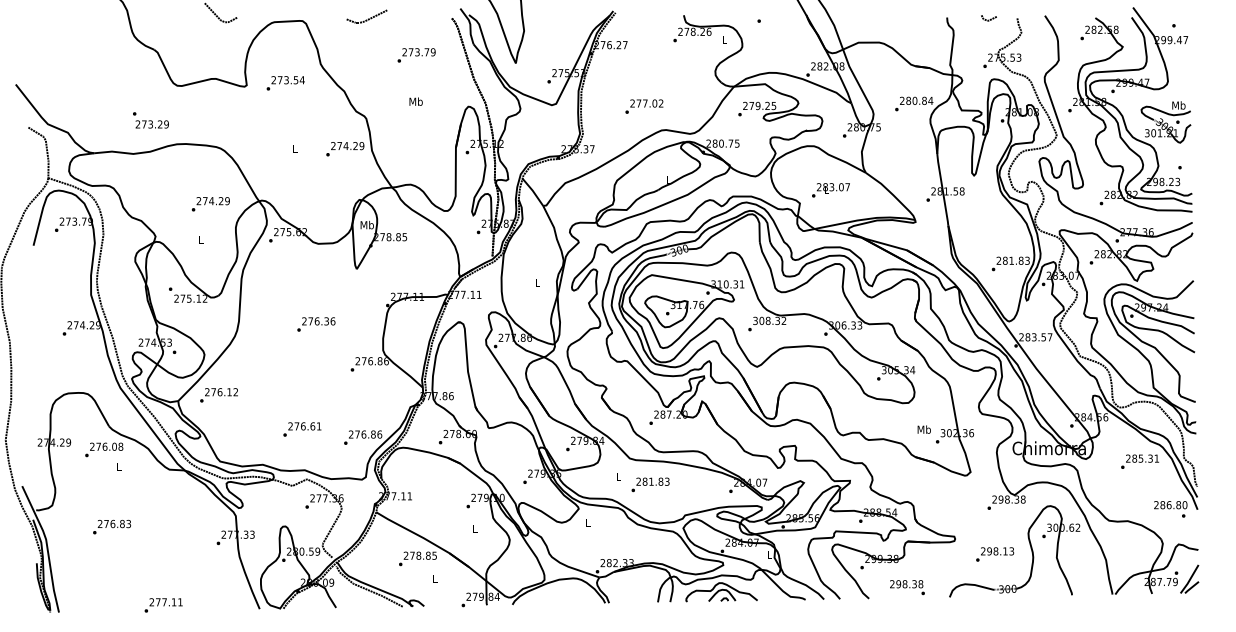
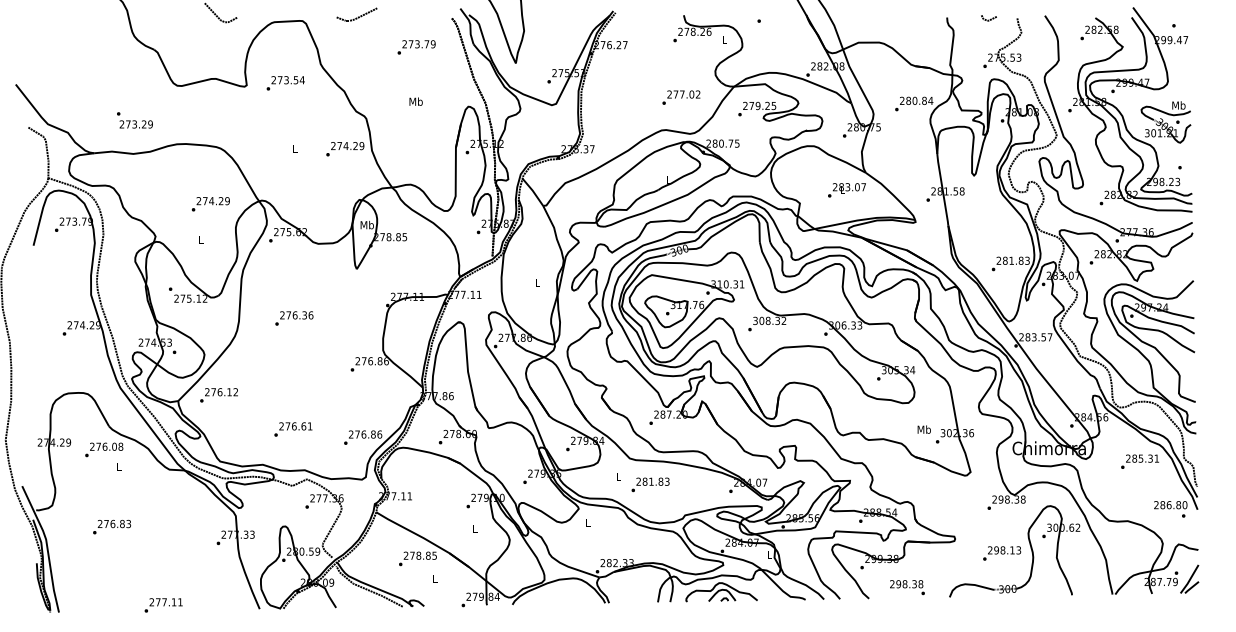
line at (368, 18) position: (368, 18) -> (358, 16)
text at (416, 55) position: (416, 55) -> (416, 47)
text at (644, 106) position: (644, 106) -> (681, 97)
text at (150, 120) position: (150, 120) -> (134, 120)
text at (830, 190) position: (830, 190) -> (846, 190)
text at (316, 324) position: (316, 324) -> (294, 318)
text at (302, 429) position: (302, 429) -> (293, 429)
text at (995, 554) position: (995, 554) -> (1002, 553)
